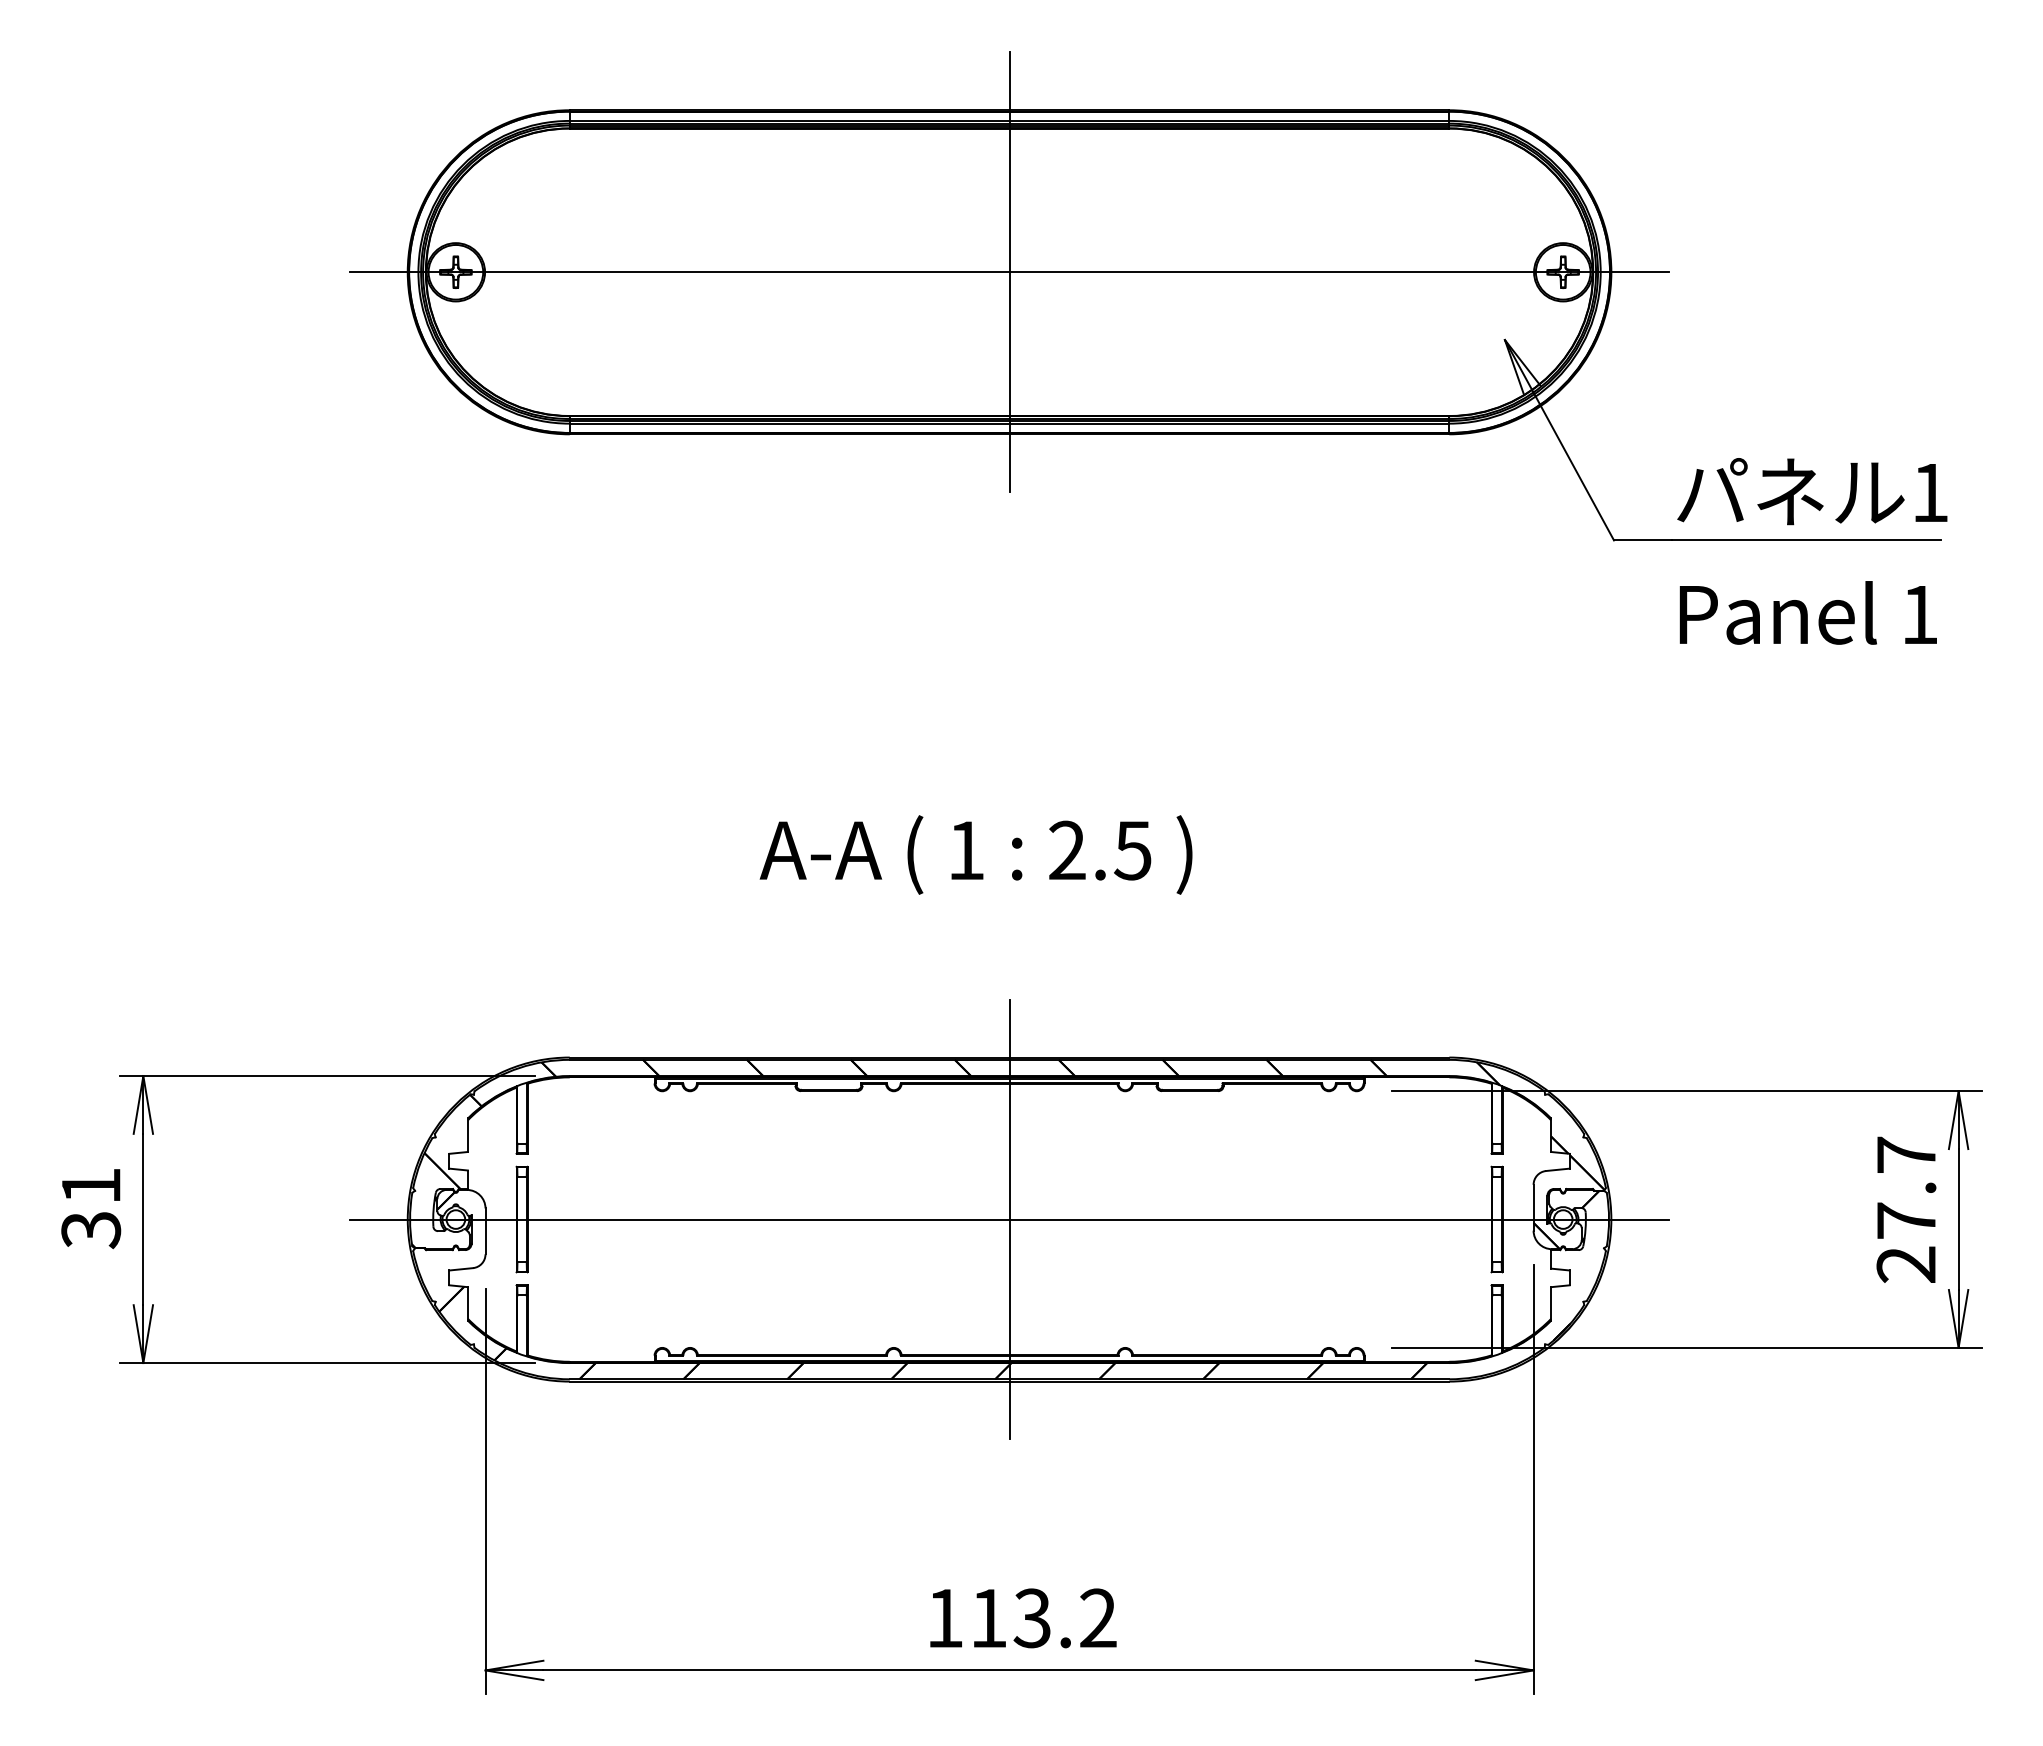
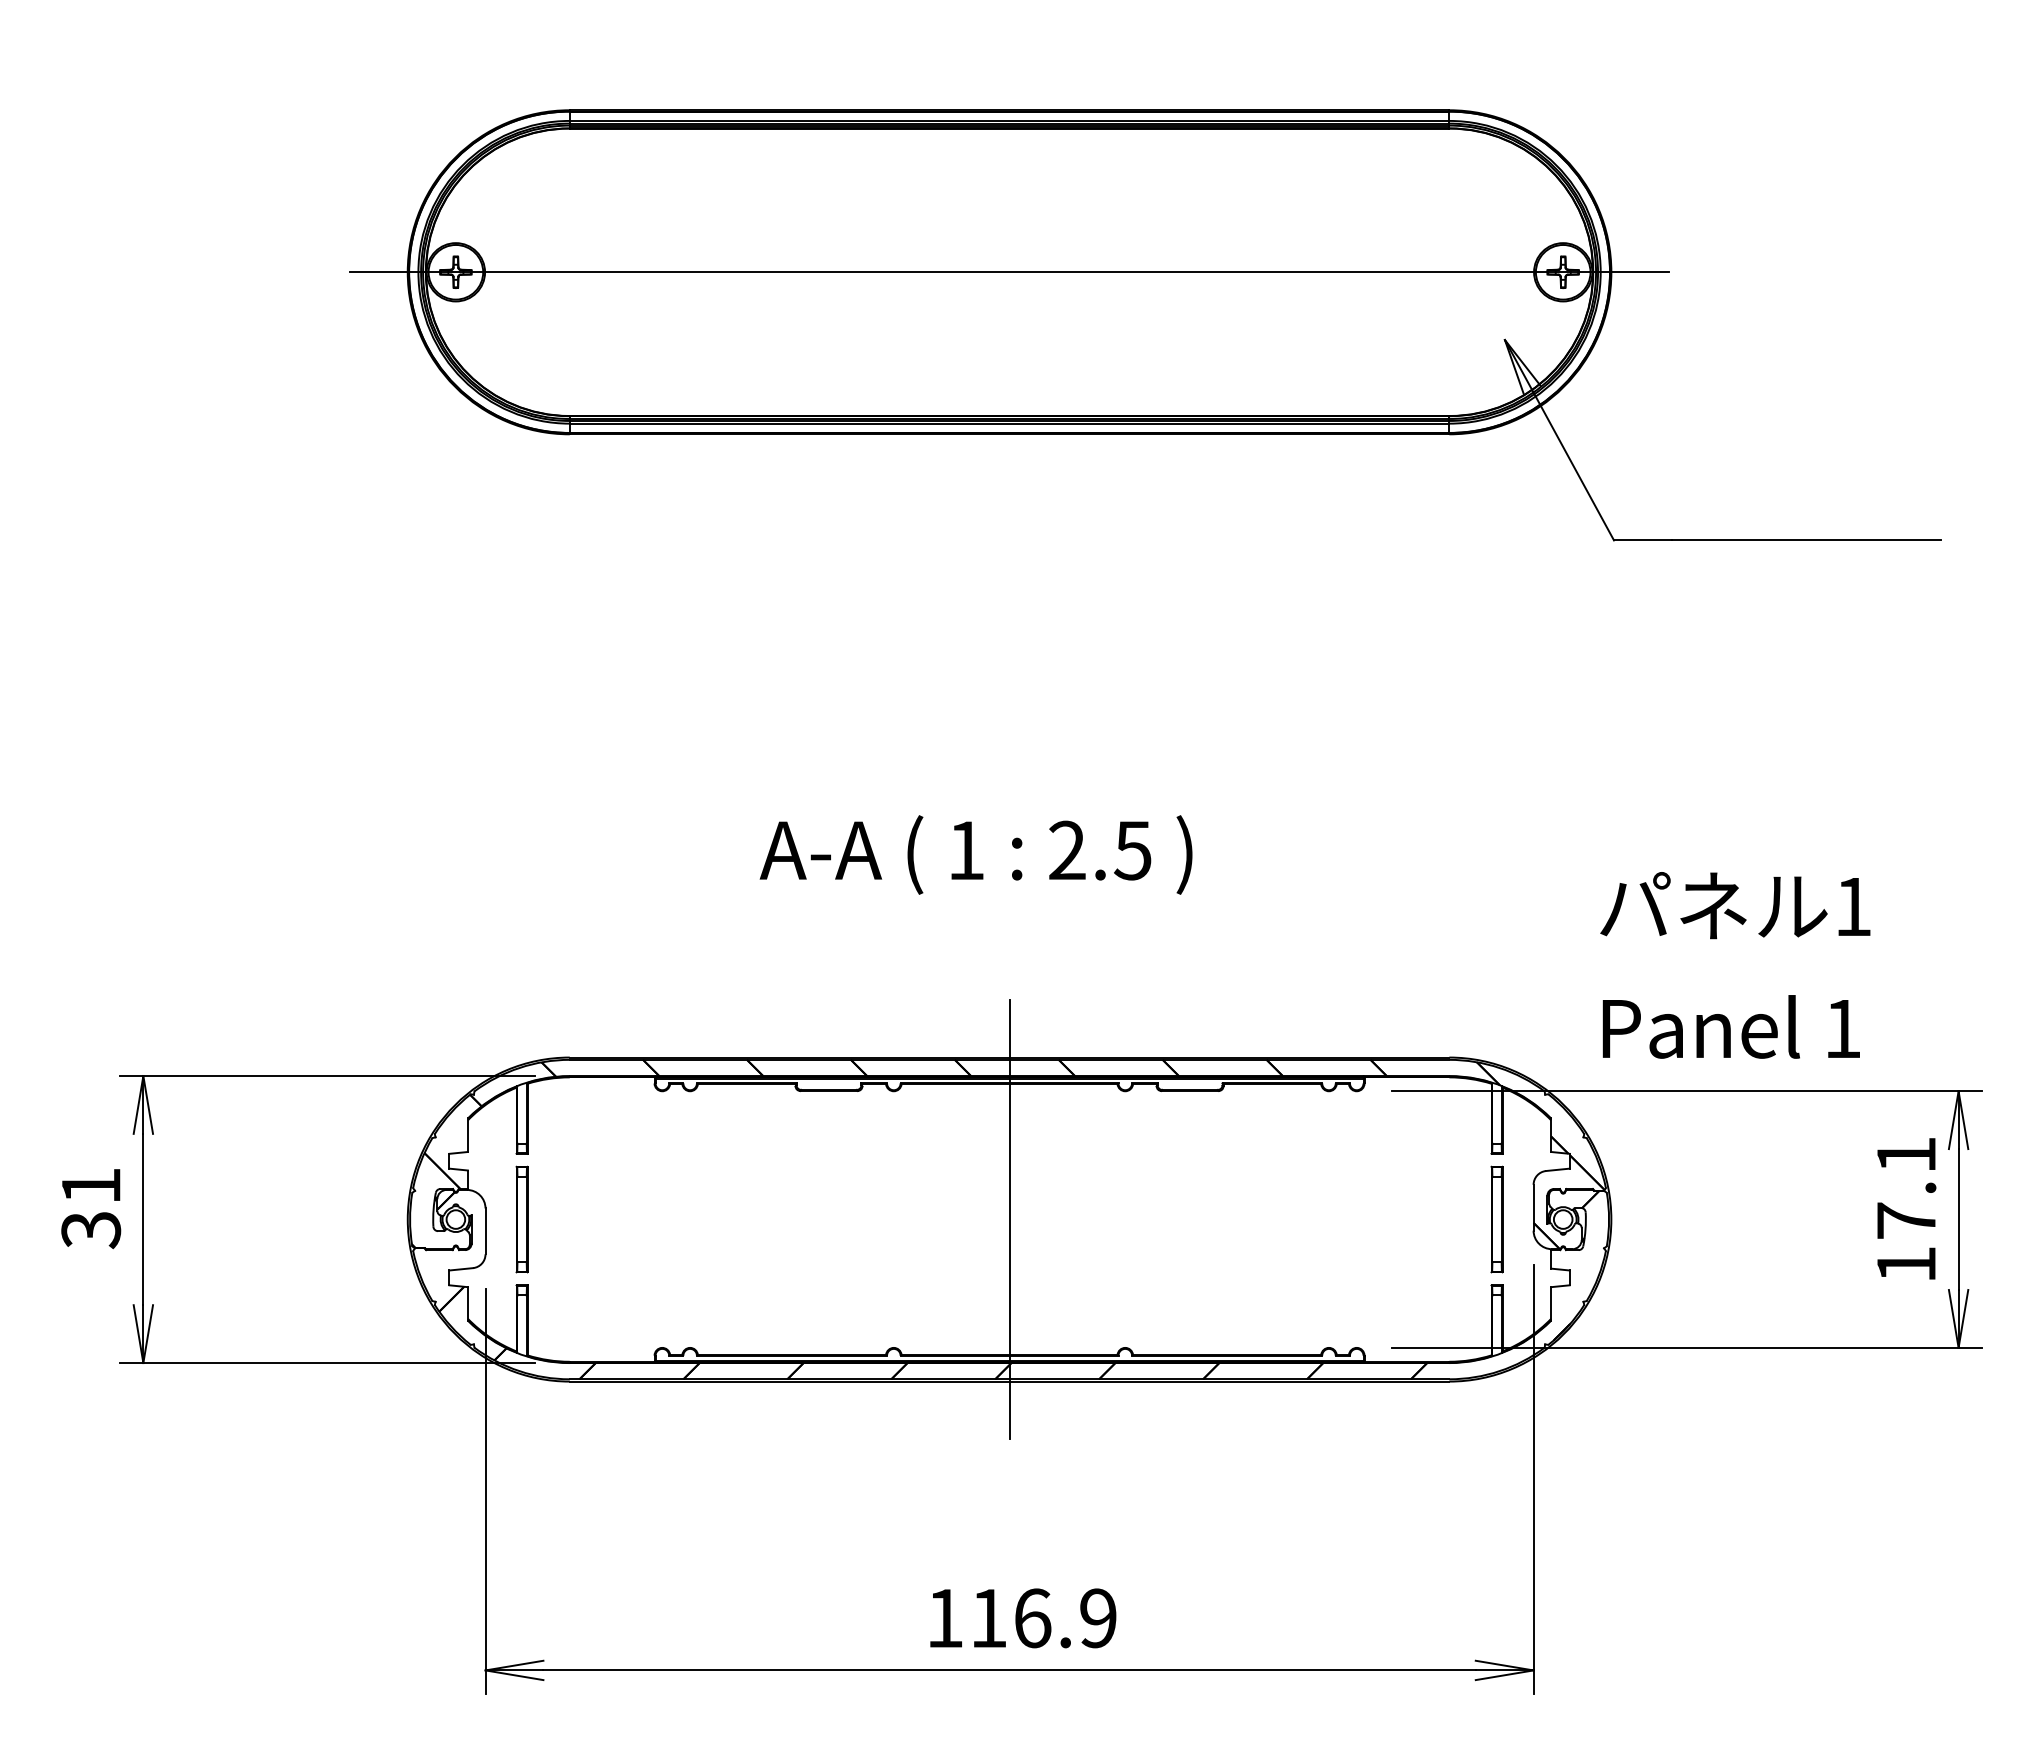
line at (1009, 272): present -> none
text at (1812, 551) position: (1812, 551) -> (1735, 965)
text at (1905, 1209): 27.7 -> 17.1
line at (1009, 1219): present -> none
text at (1064, 1618): 113.2 -> 116.9
